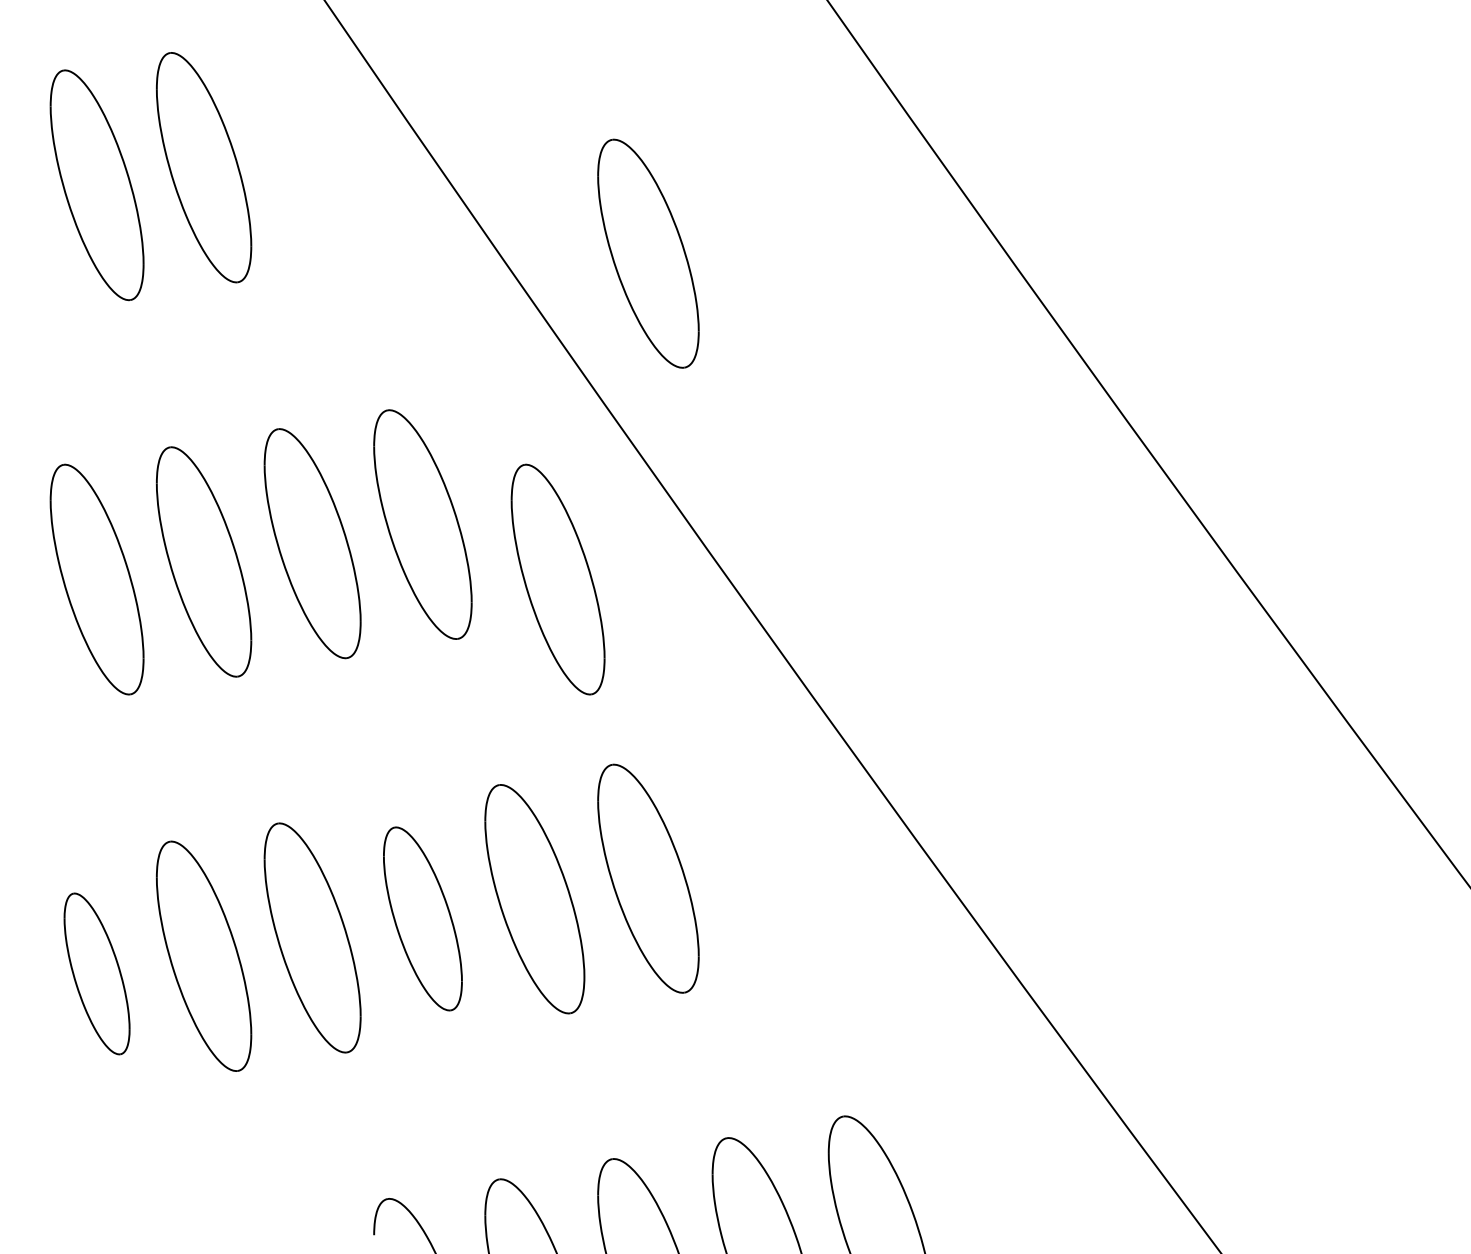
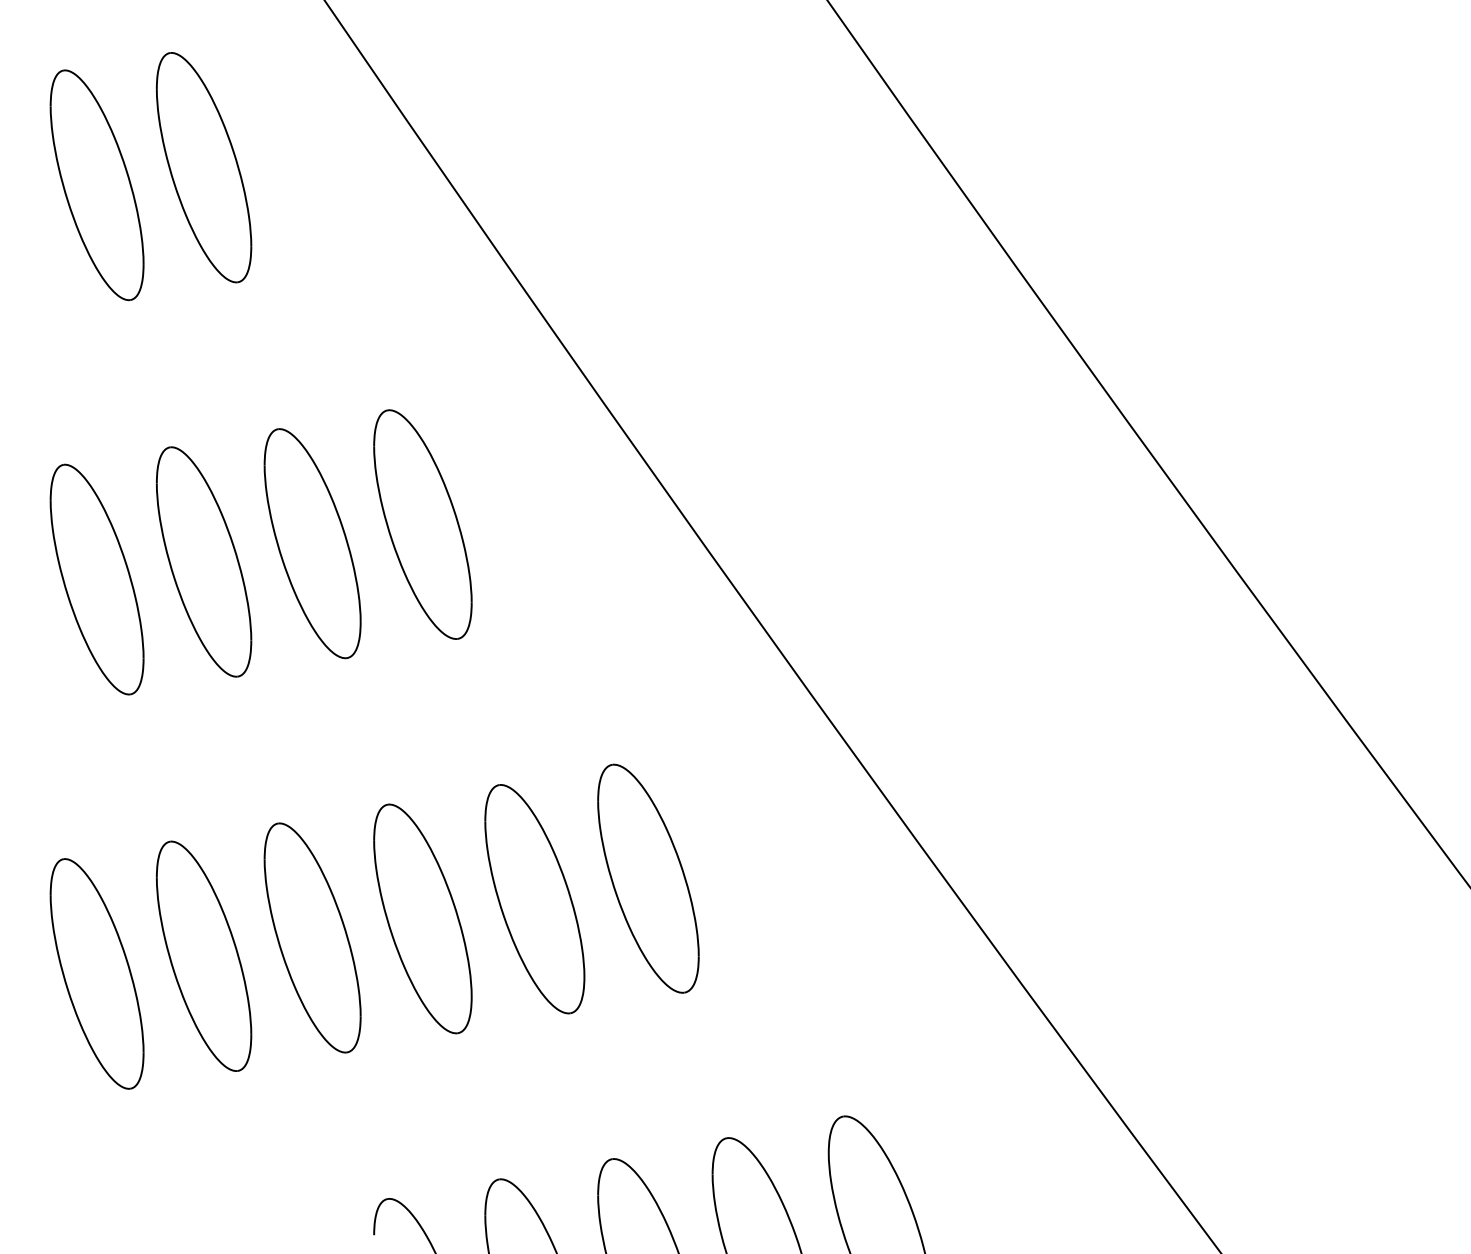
part at (648, 253): present -> none
part at (557, 579): present -> none
part at (422, 918) size: 80x186 px -> 100x232 px
part at (96, 973) size: 68x164 px -> 96x232 px
